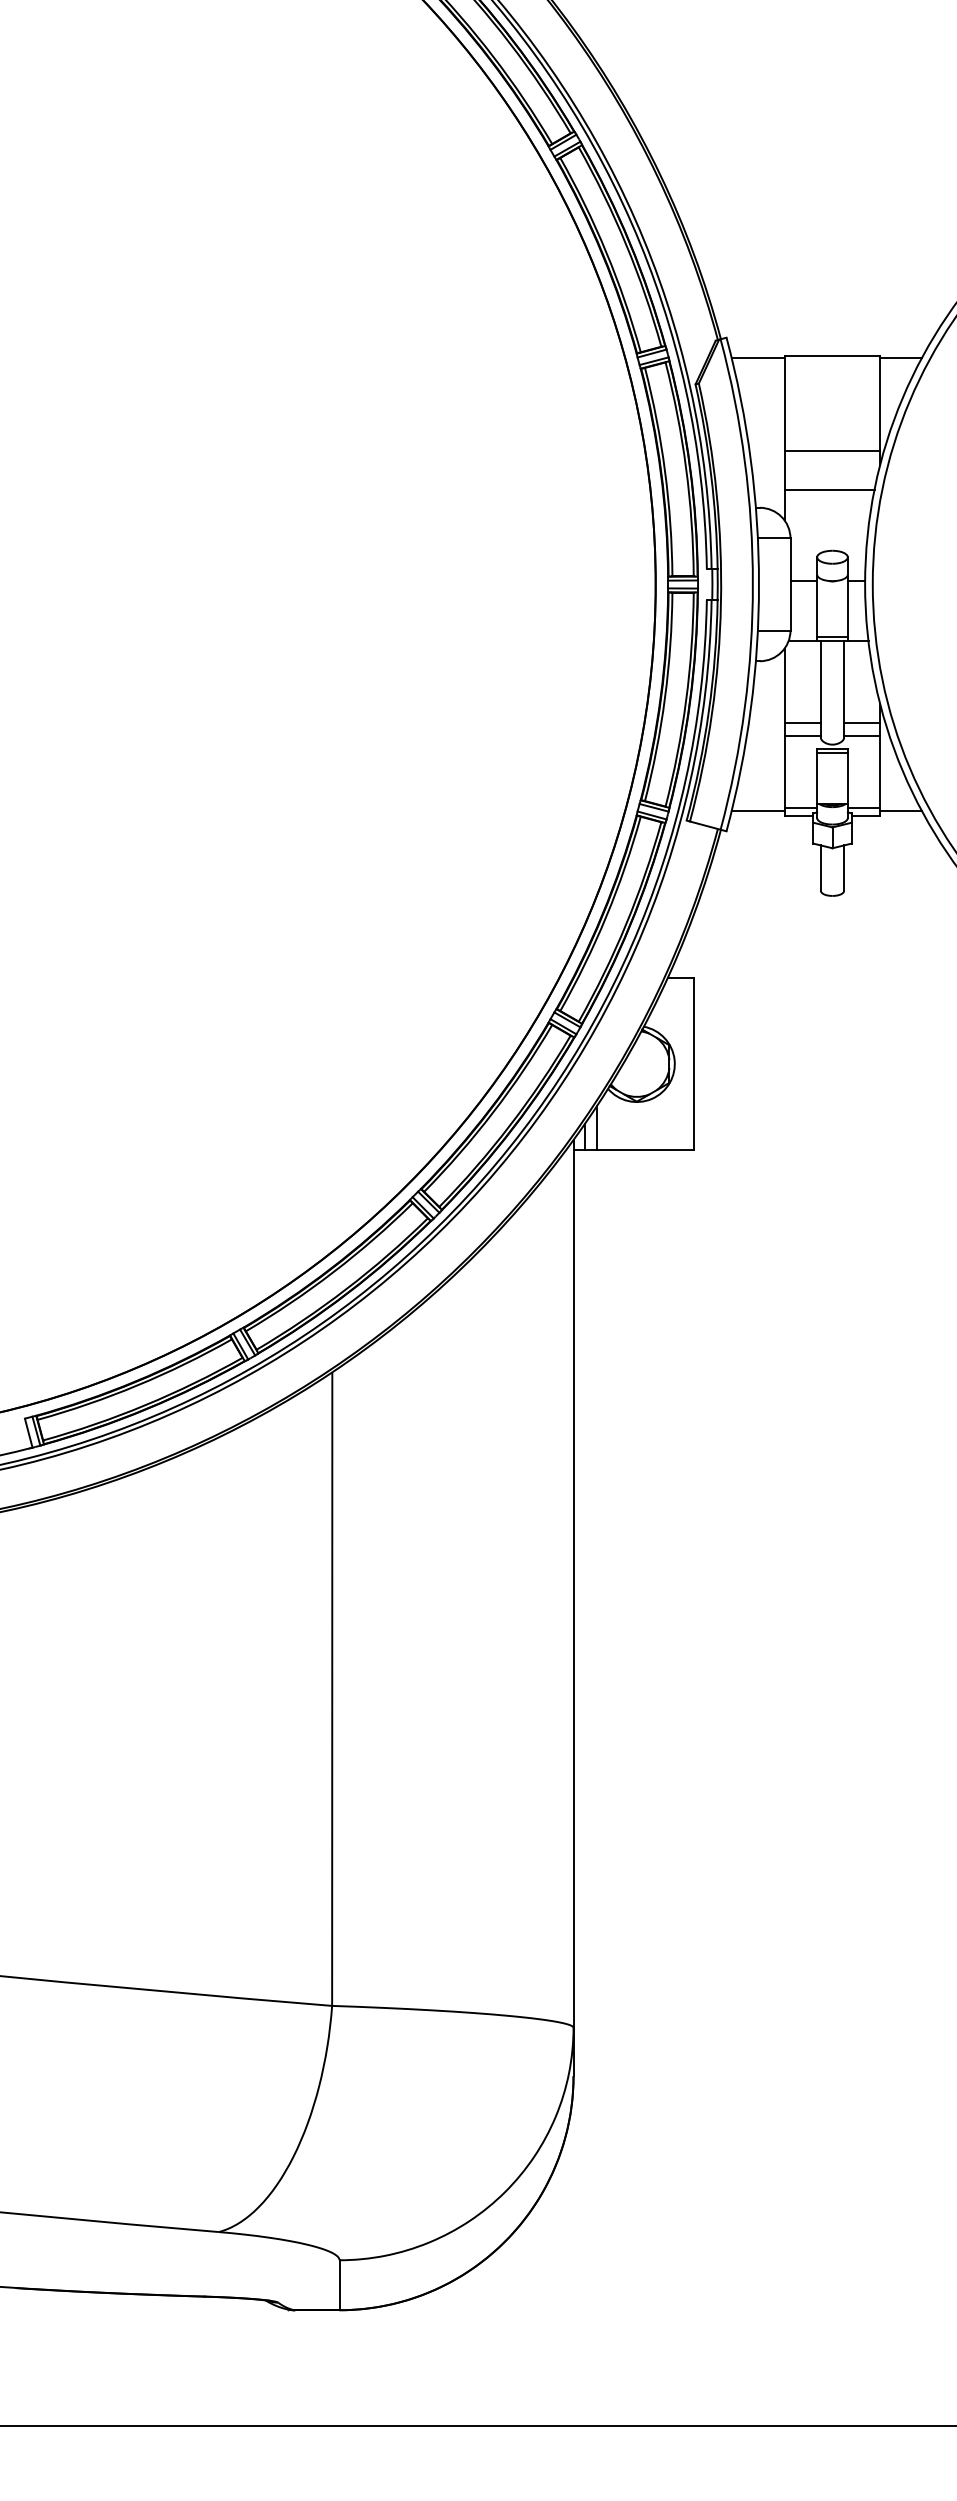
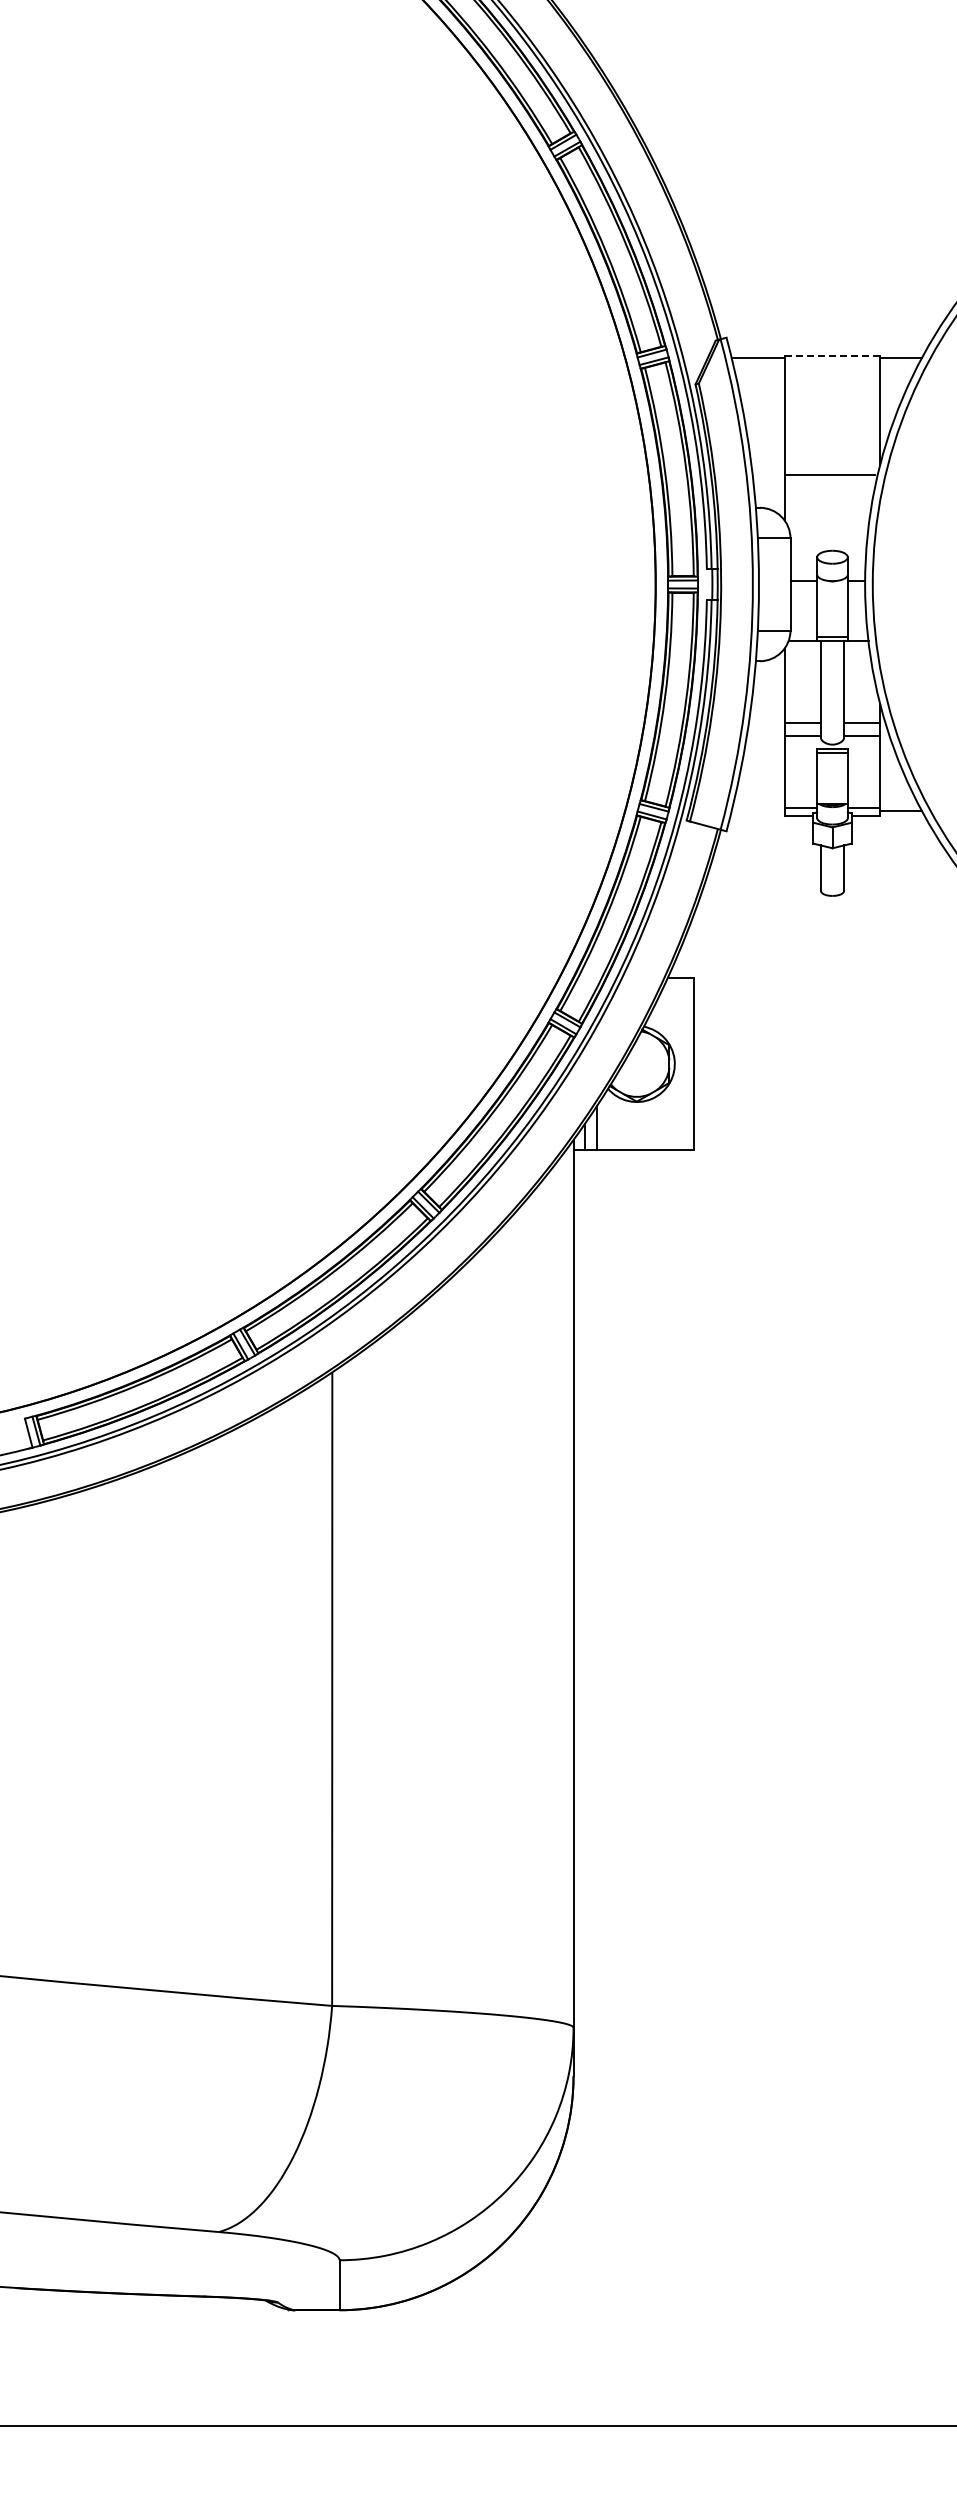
line at (832, 356): solid -> dashed
line at (832, 451): present -> none
line at (829, 490) position: (829, 490) -> (829, 475)
line at (757, 810): present -> none
